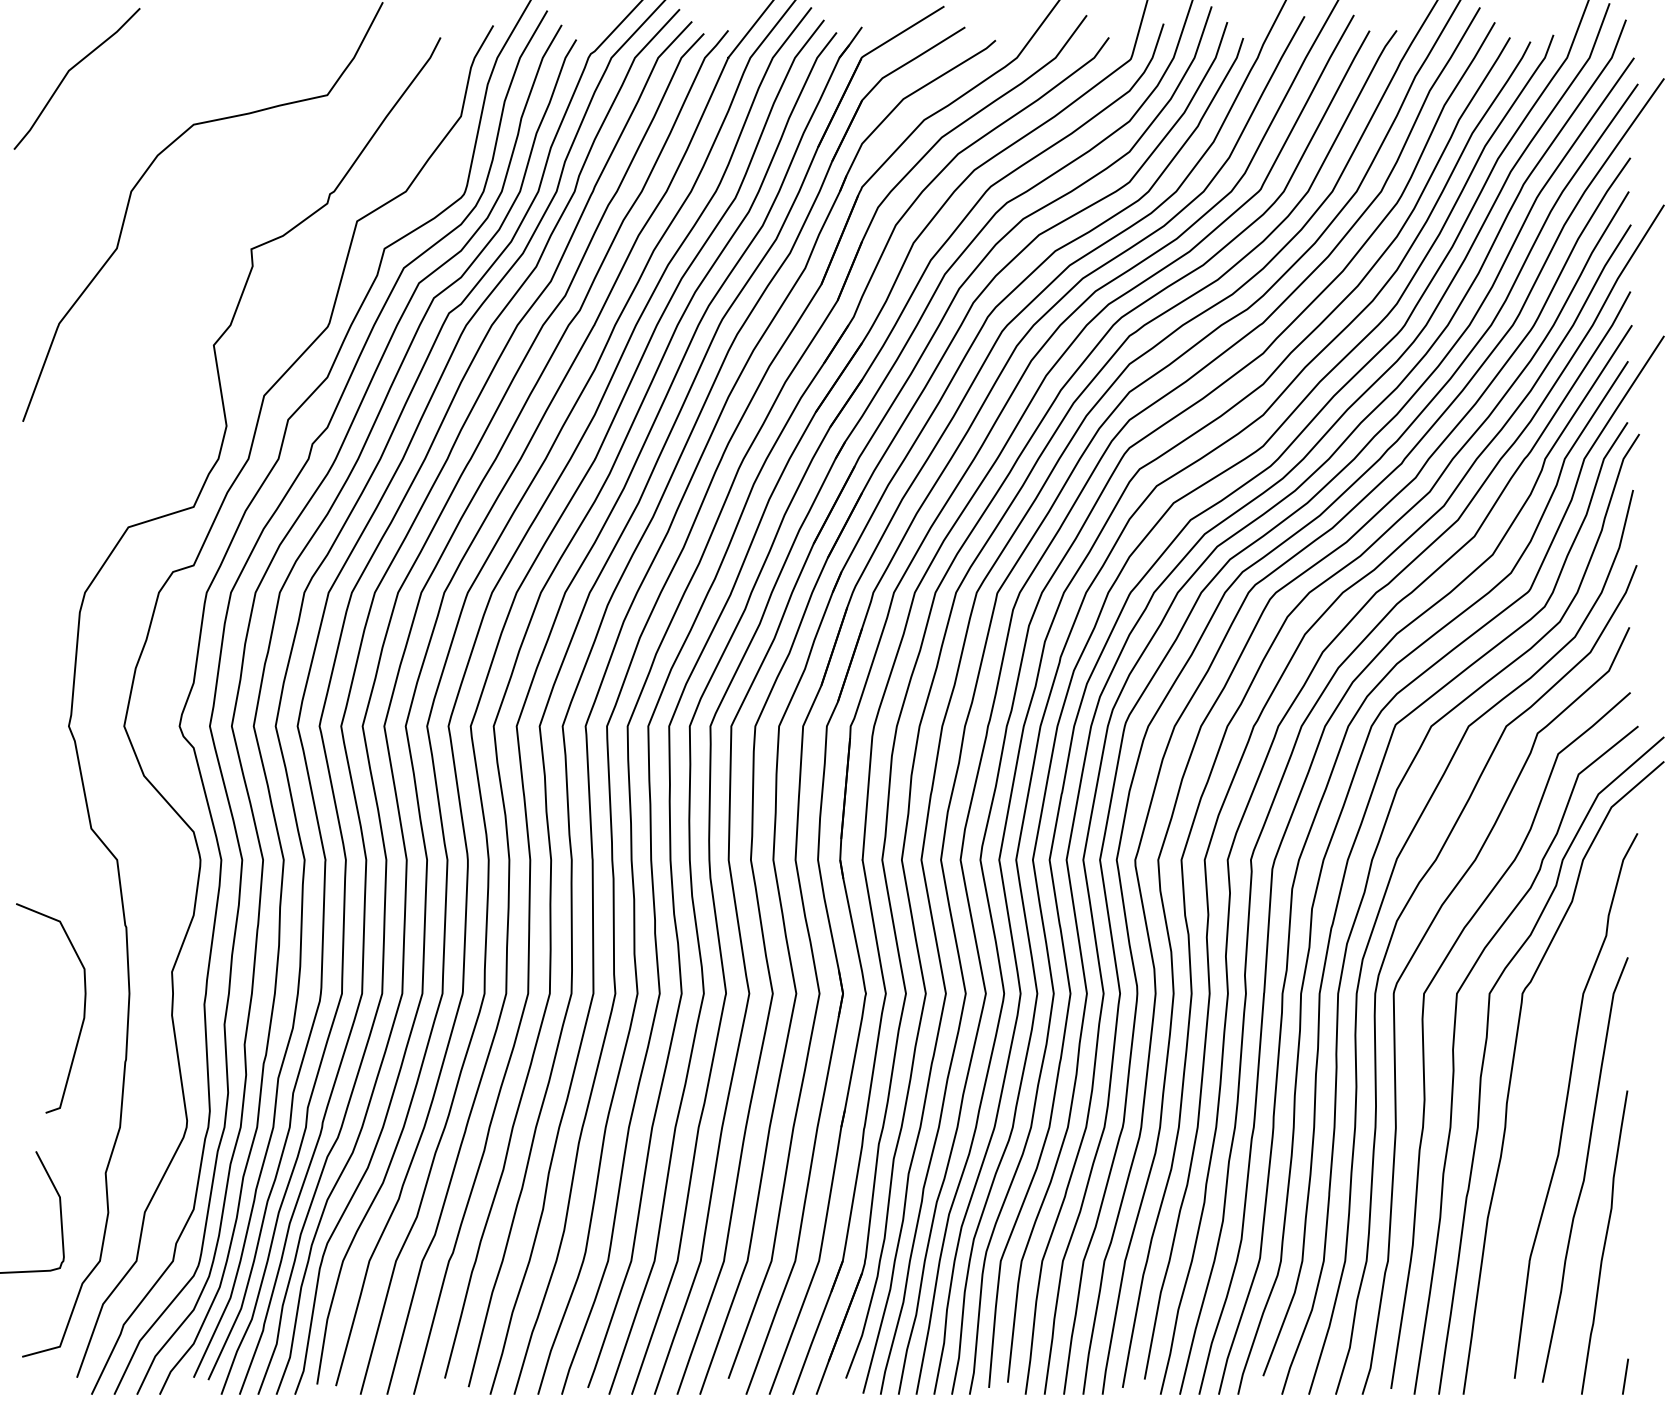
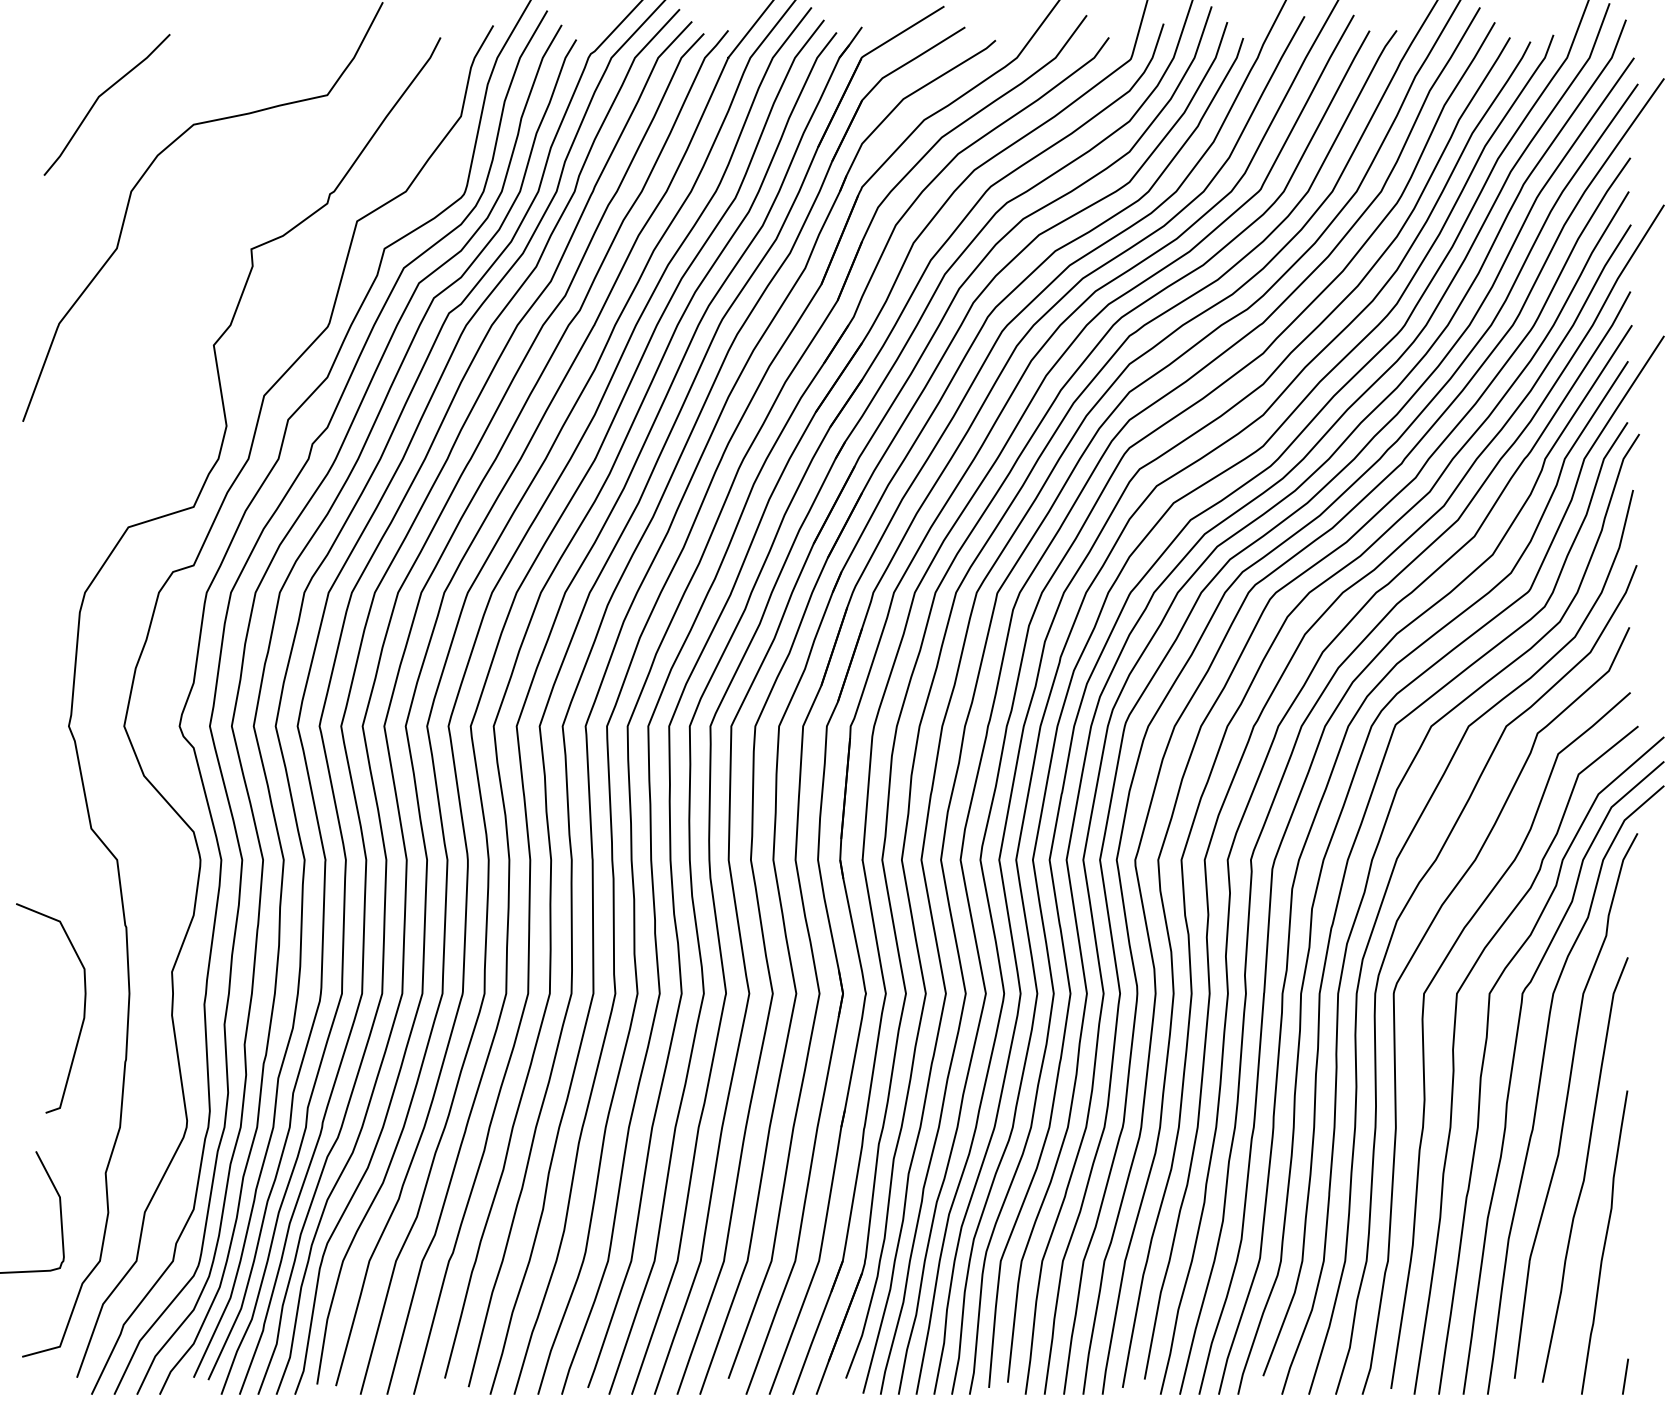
line at (68, 73) position: (68, 73) -> (98, 99)
curve at (1540, 1085): none -> present
